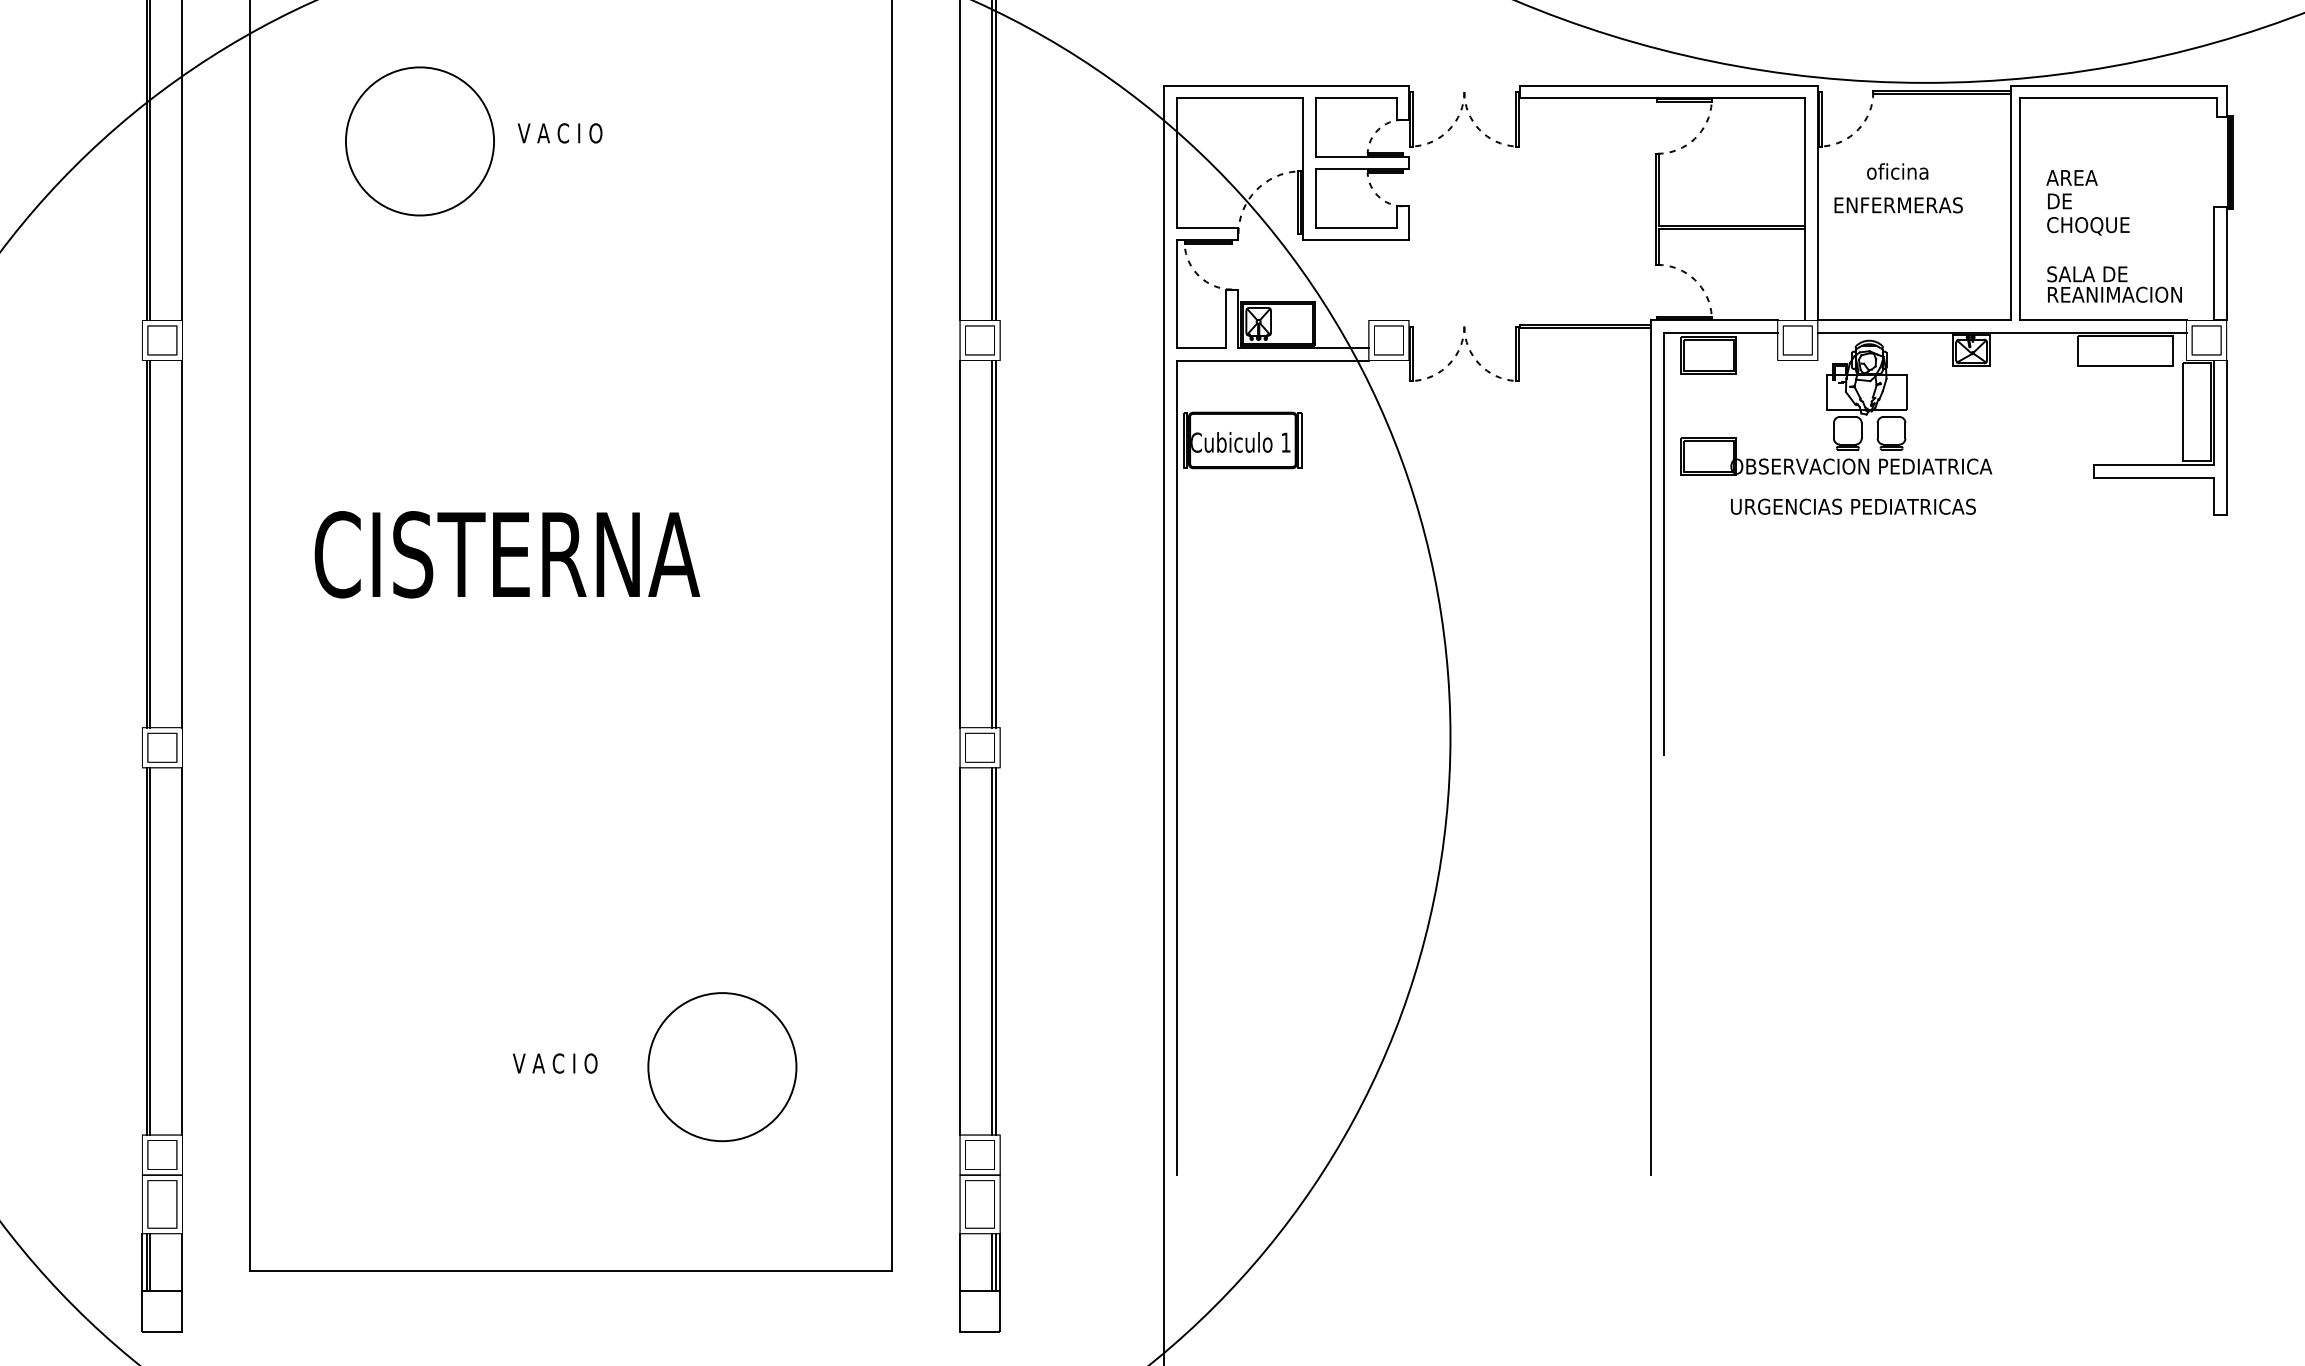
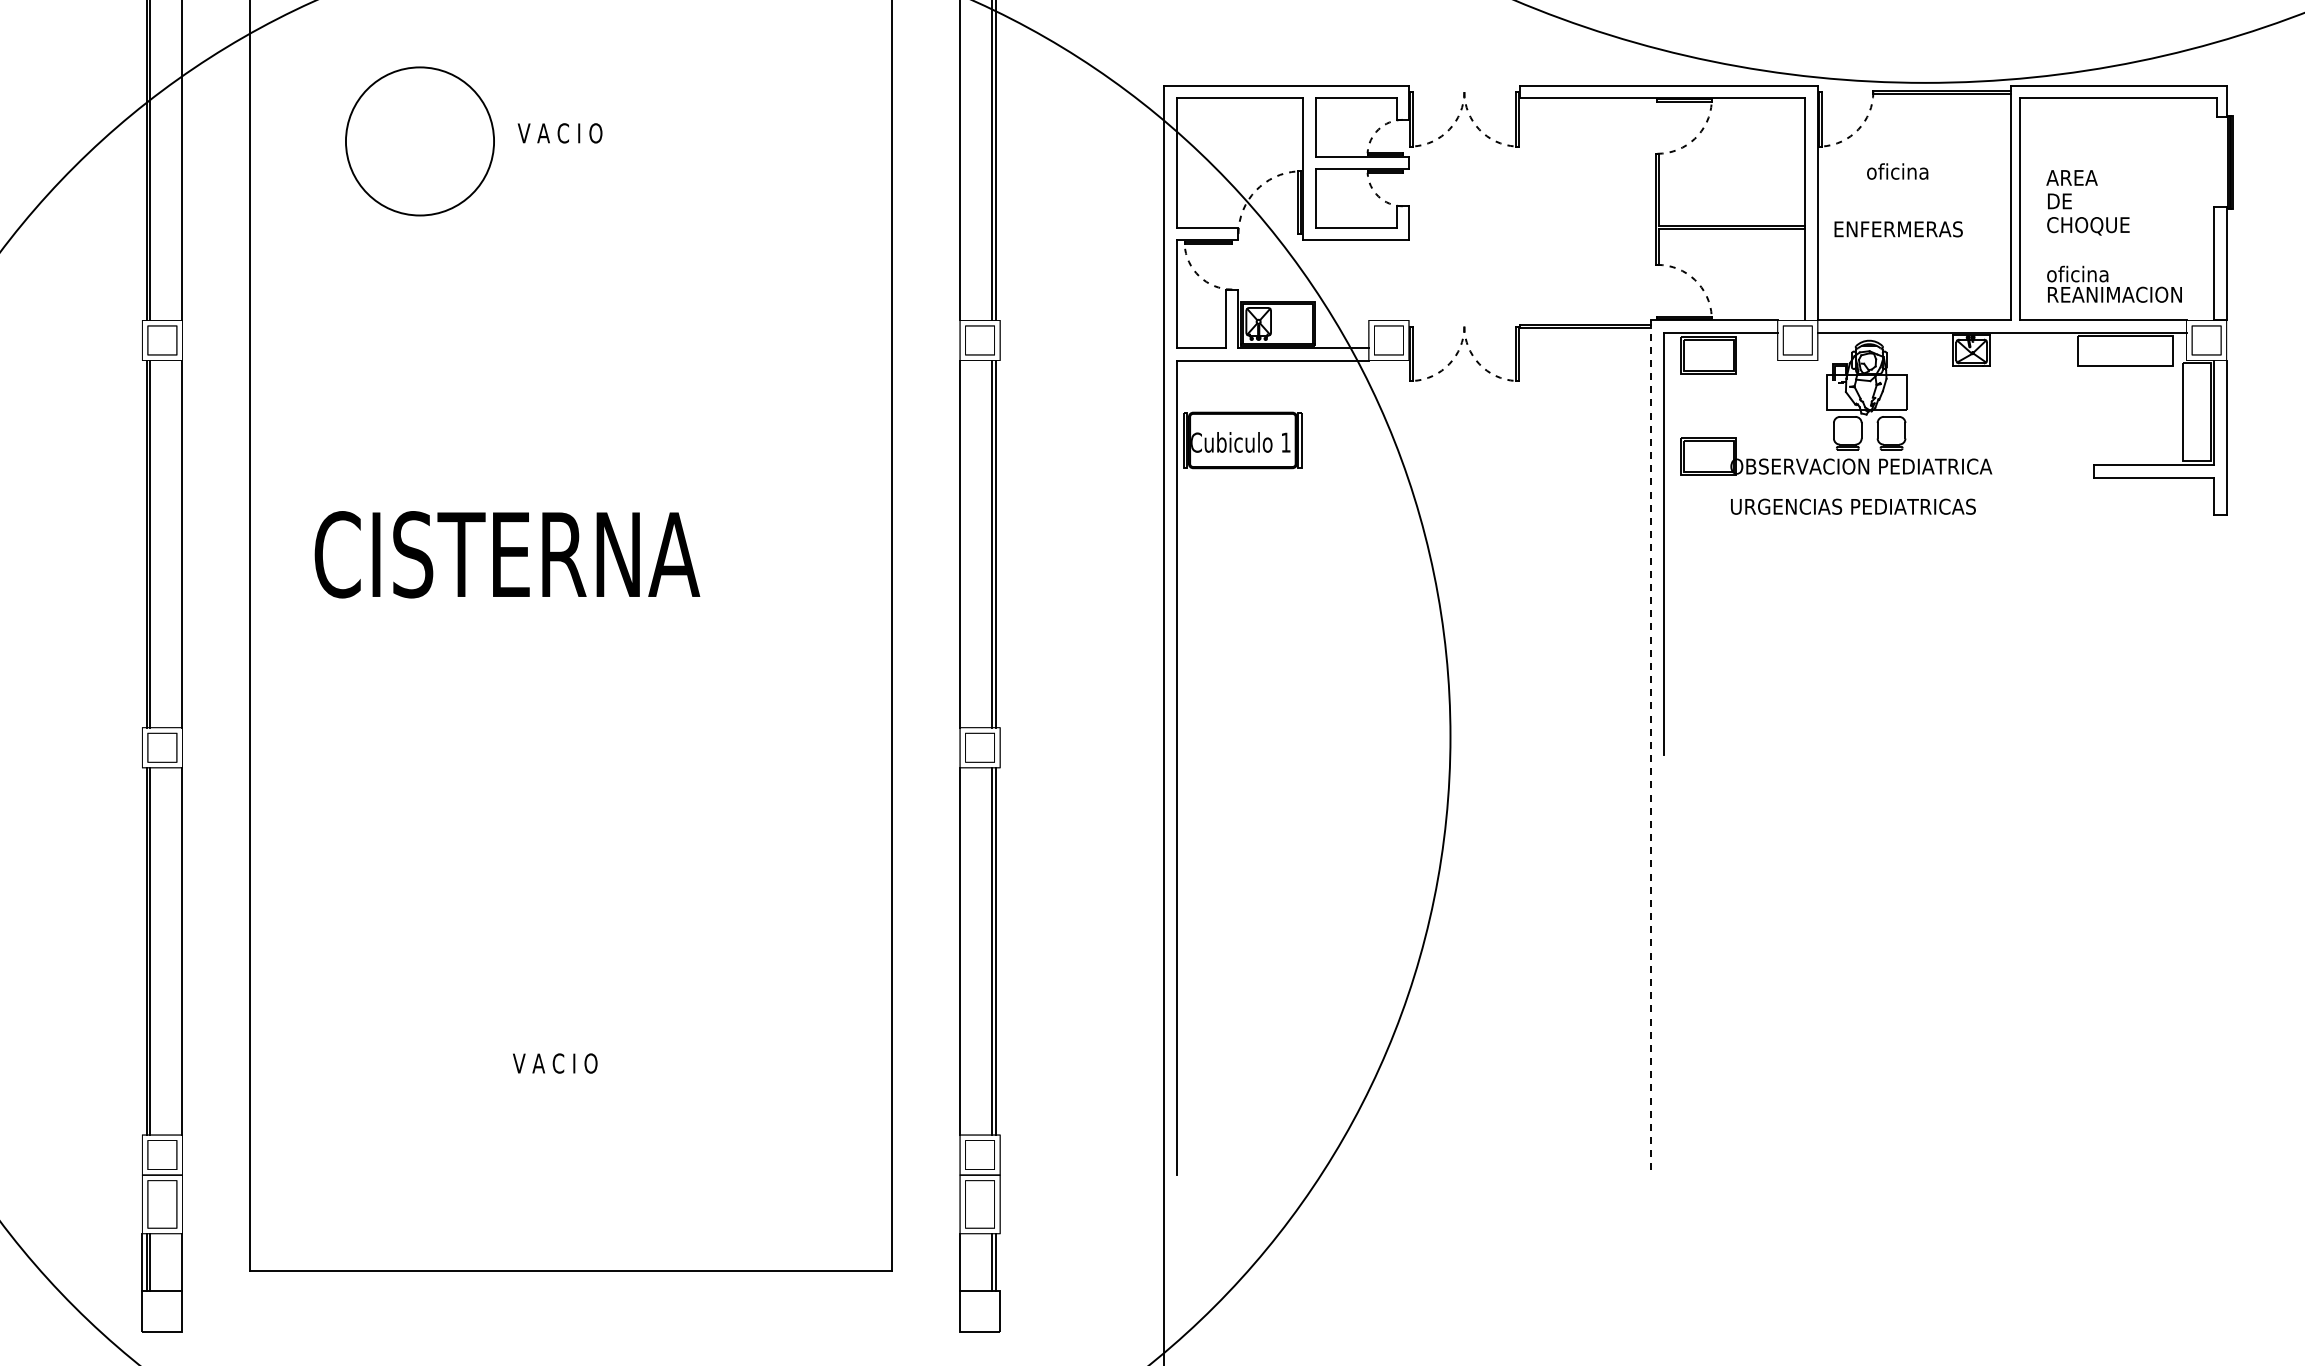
text at (1898, 205) position: (1898, 205) -> (1898, 229)
text at (2087, 273): SALA DE -> oficina
line at (1651, 748): solid -> dashed
circle at (722, 1067): present -> none
line at (1000, 1262): present -> none
